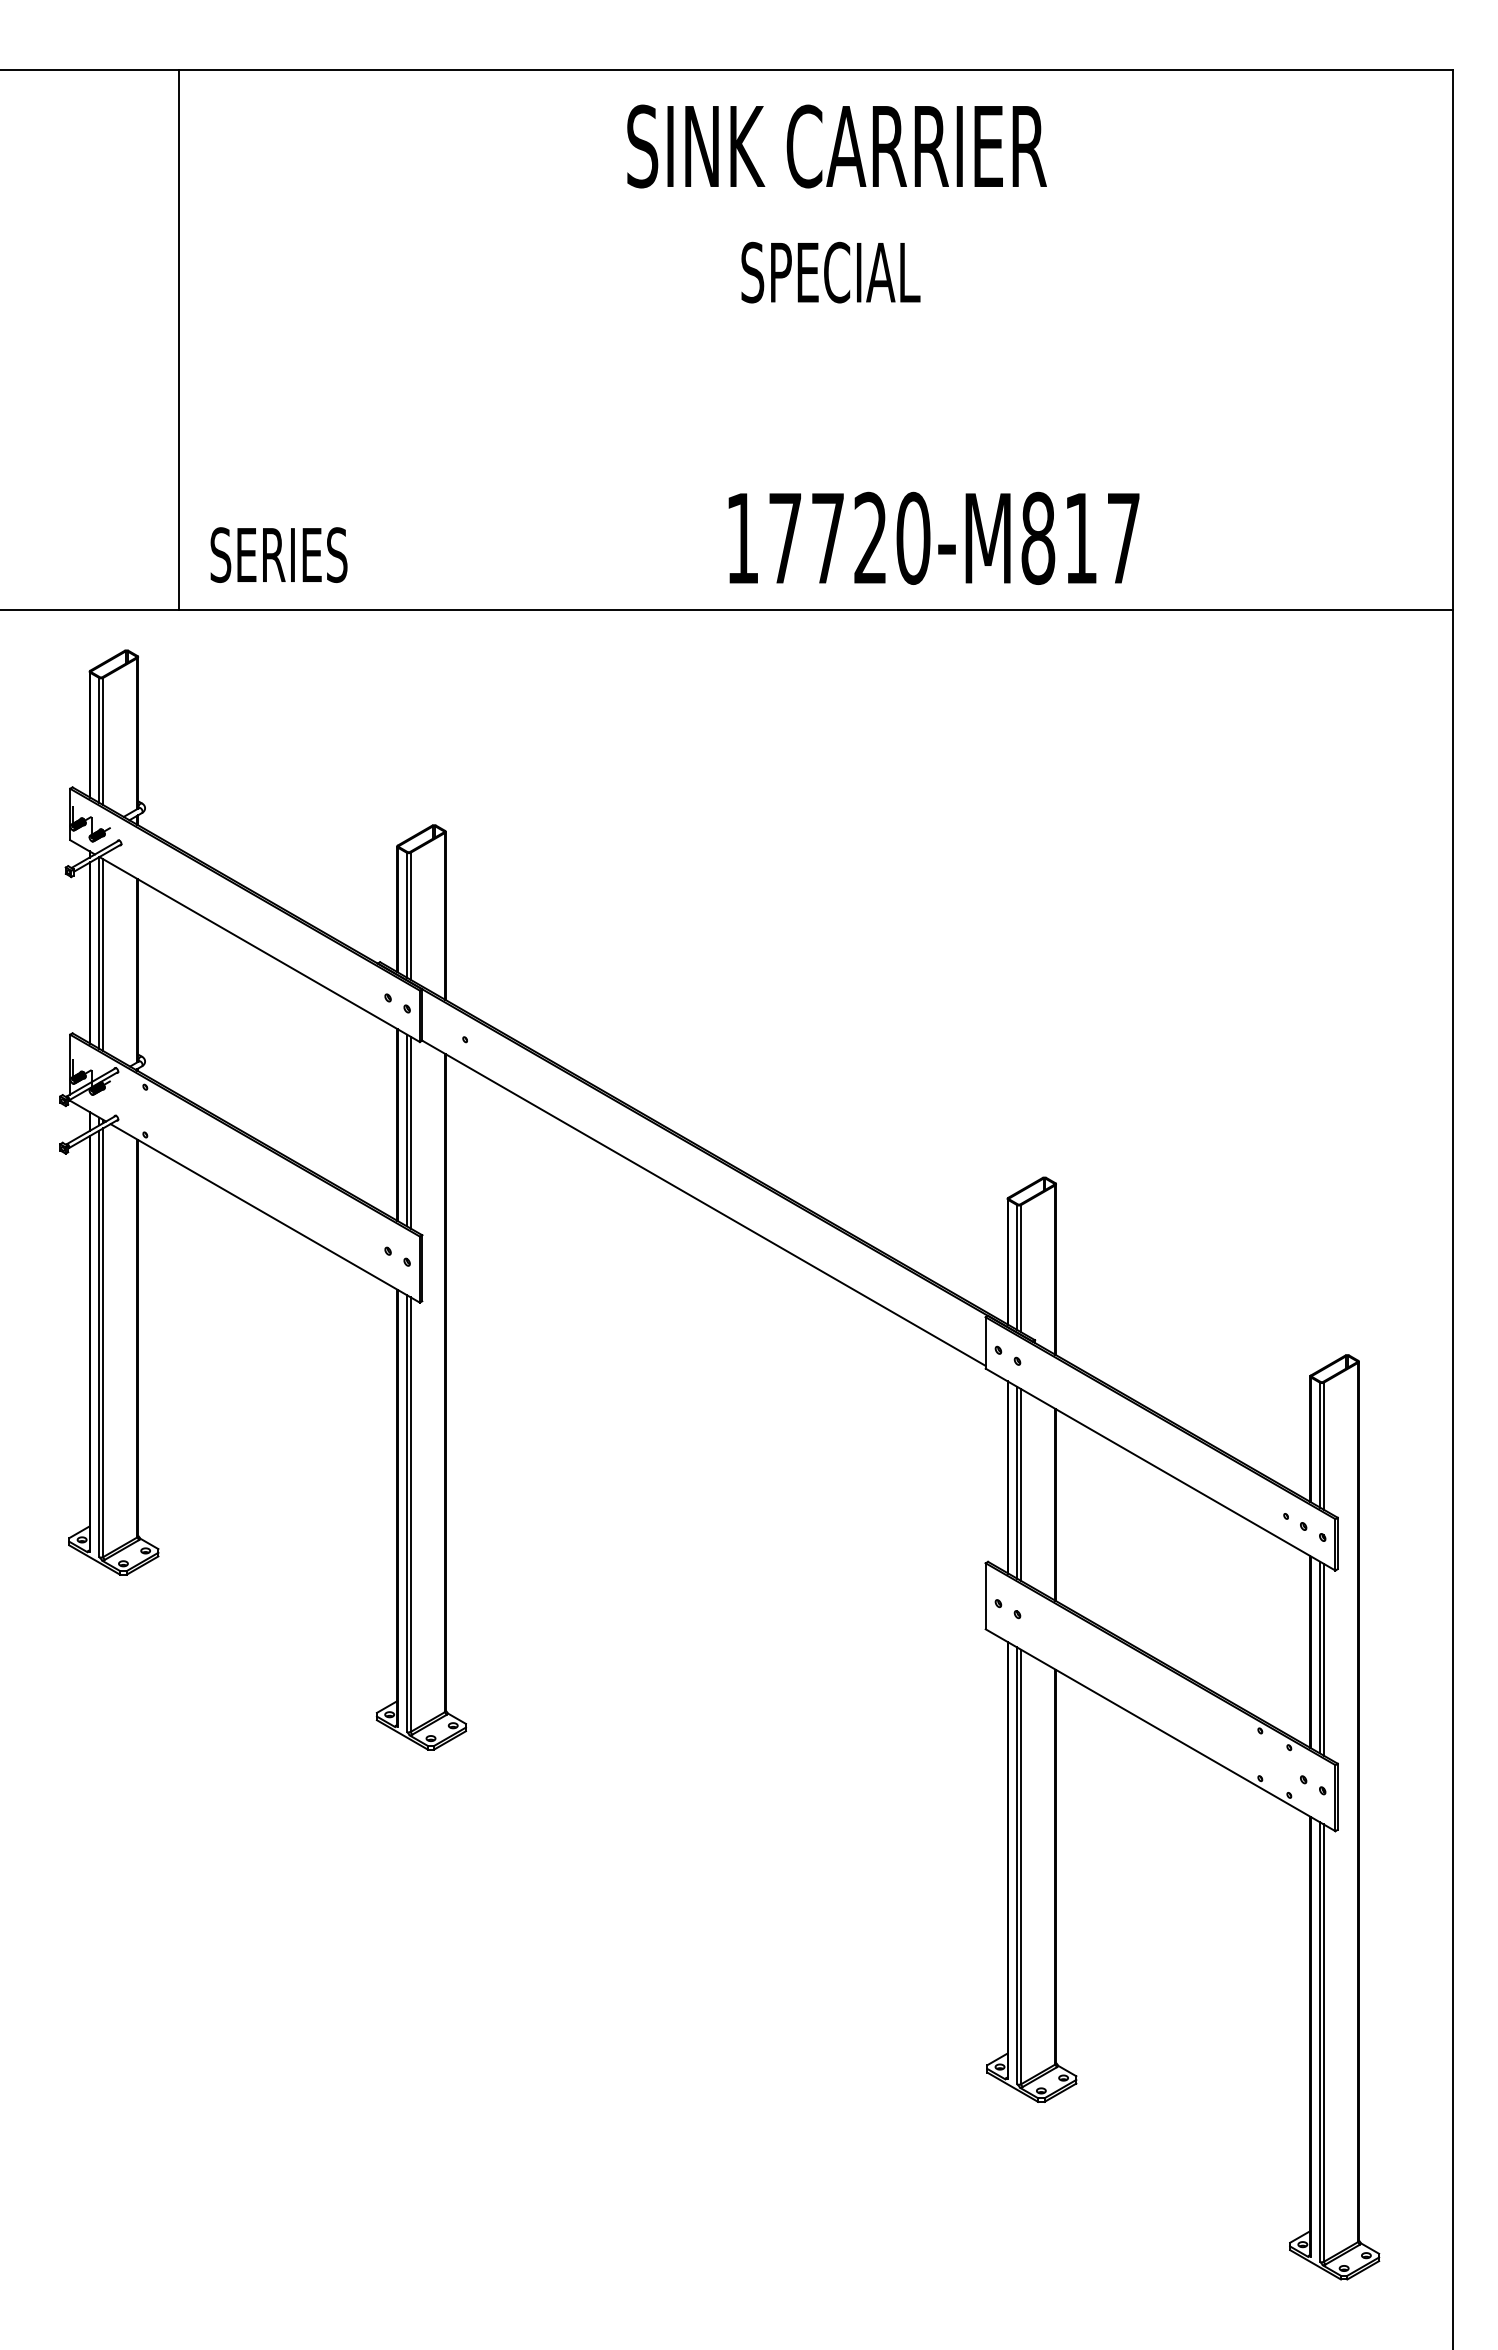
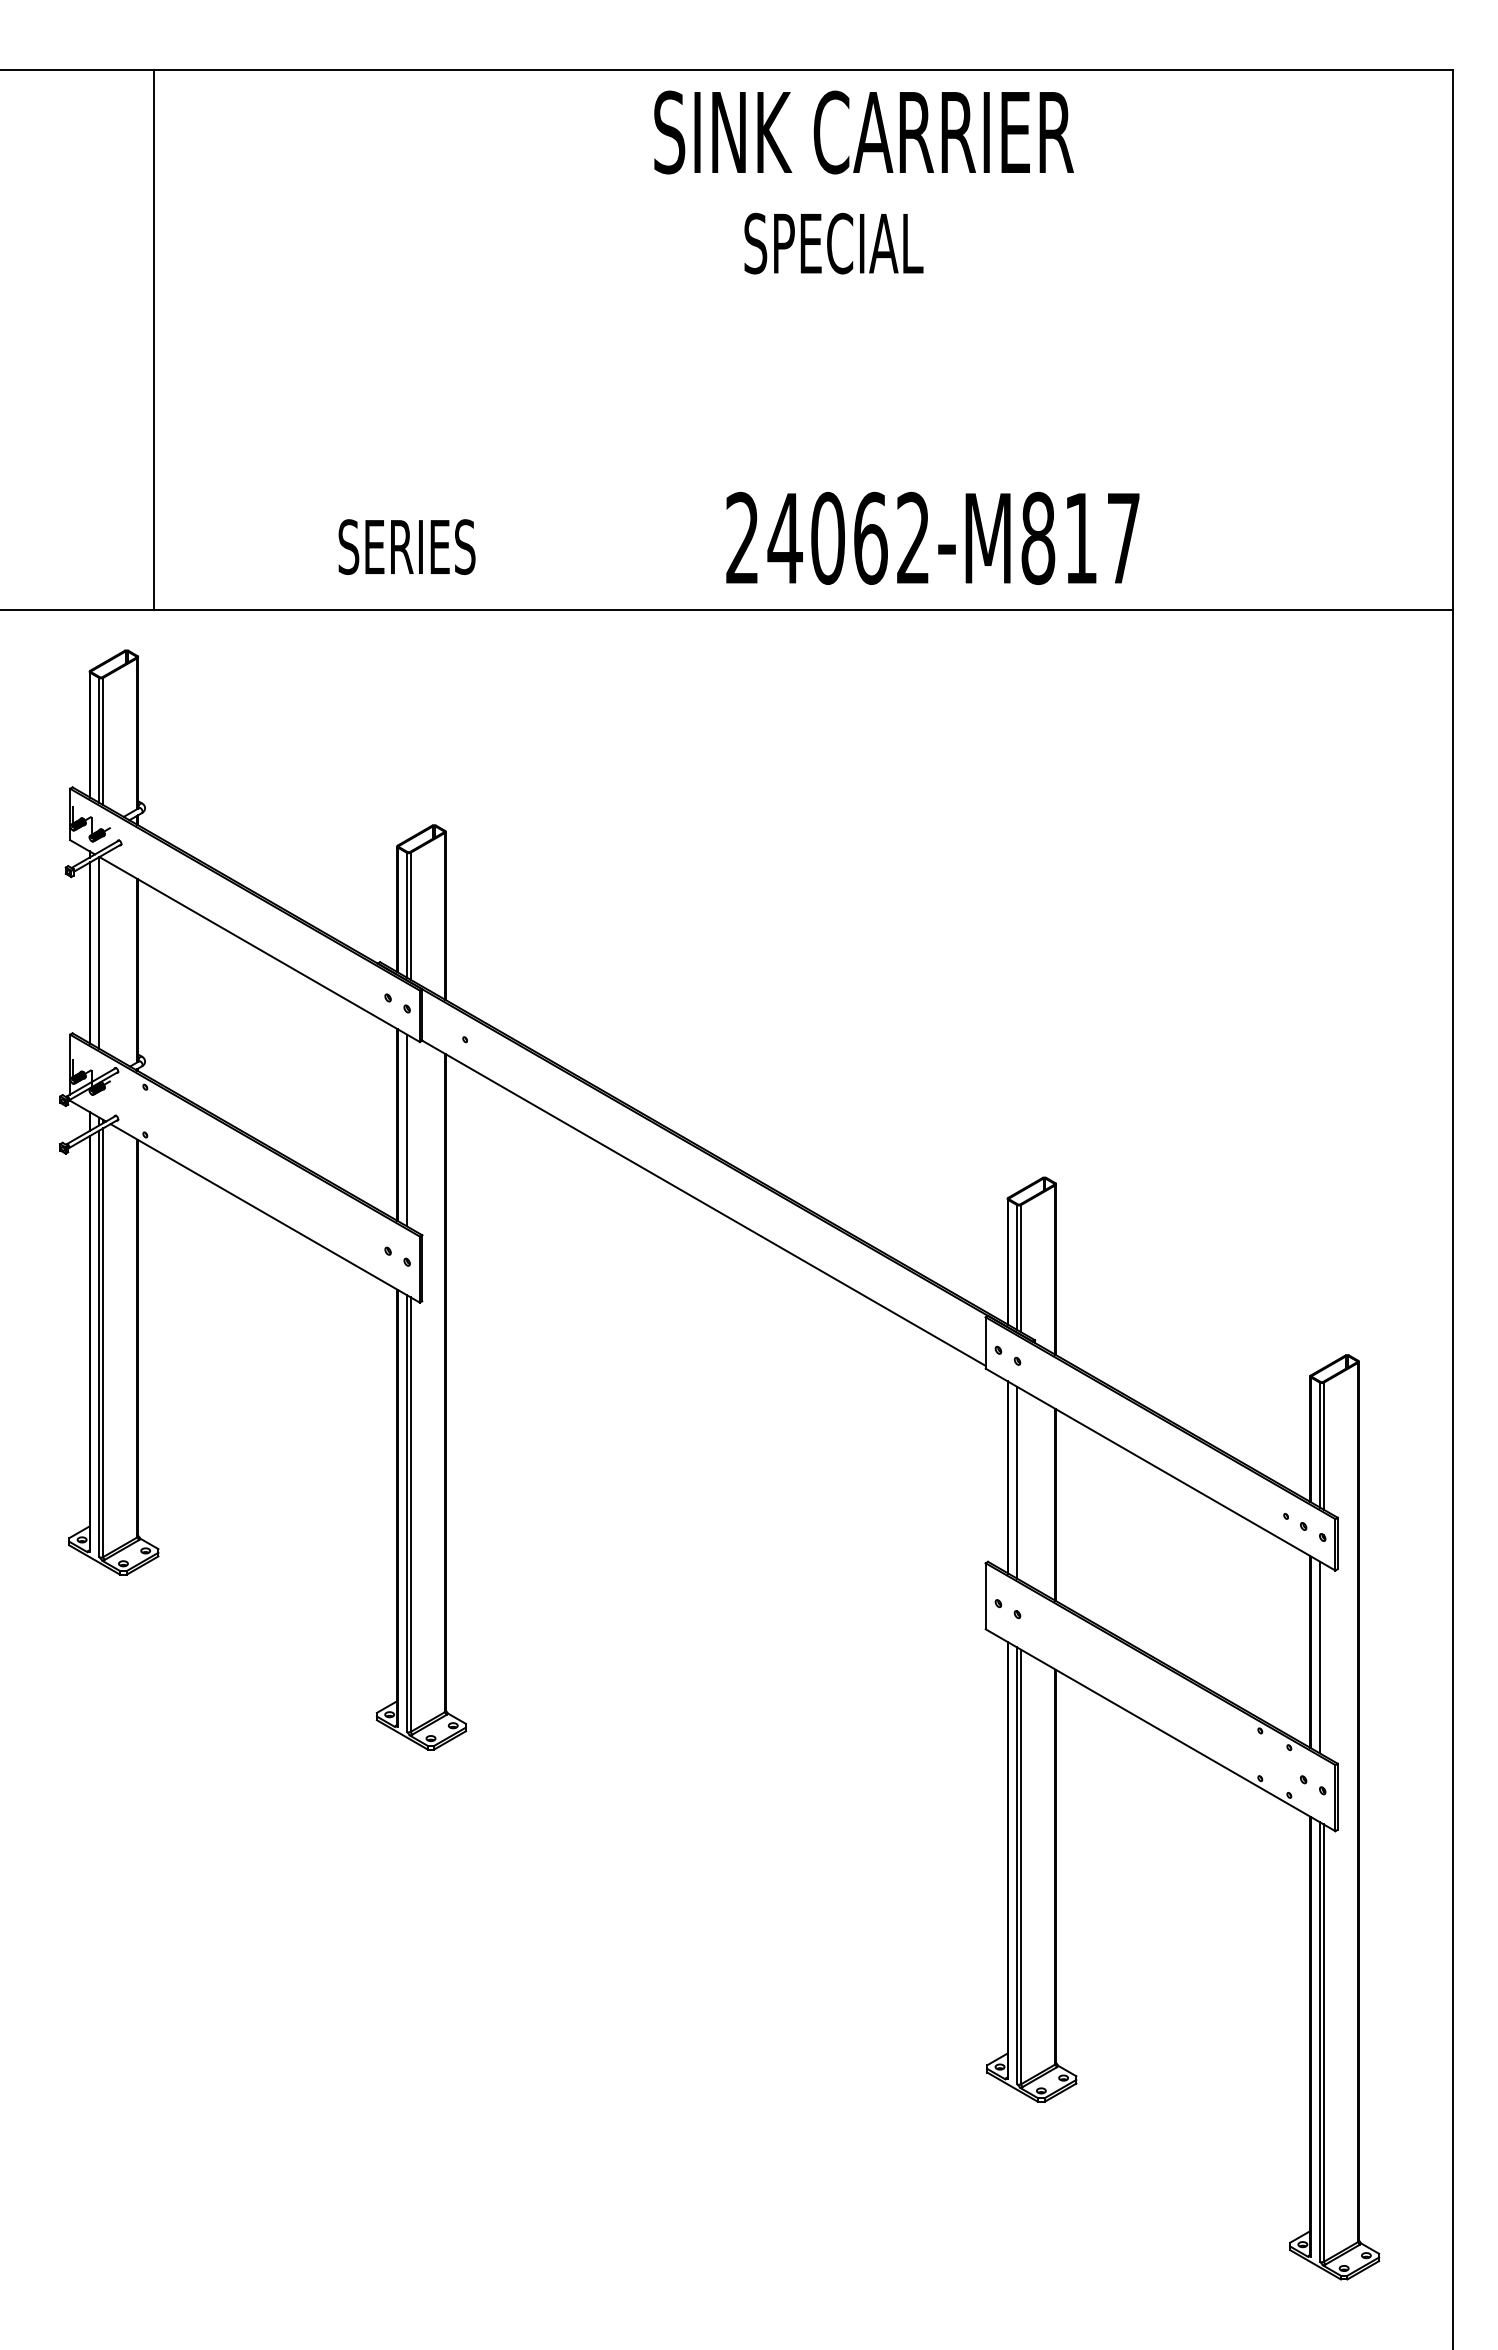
text at (836, 146) position: (836, 146) -> (863, 132)
text at (830, 272) position: (830, 272) -> (833, 243)
line at (178, 339) position: (178, 339) -> (153, 339)
text at (828, 537): 17720-M817 -> 24062-M817
text at (278, 554) position: (278, 554) -> (406, 546)
line at (103, 954): present -> none
line at (410, 1132): present -> none
line at (1021, 1484): present -> none
line at (1323, 1659): present -> none
